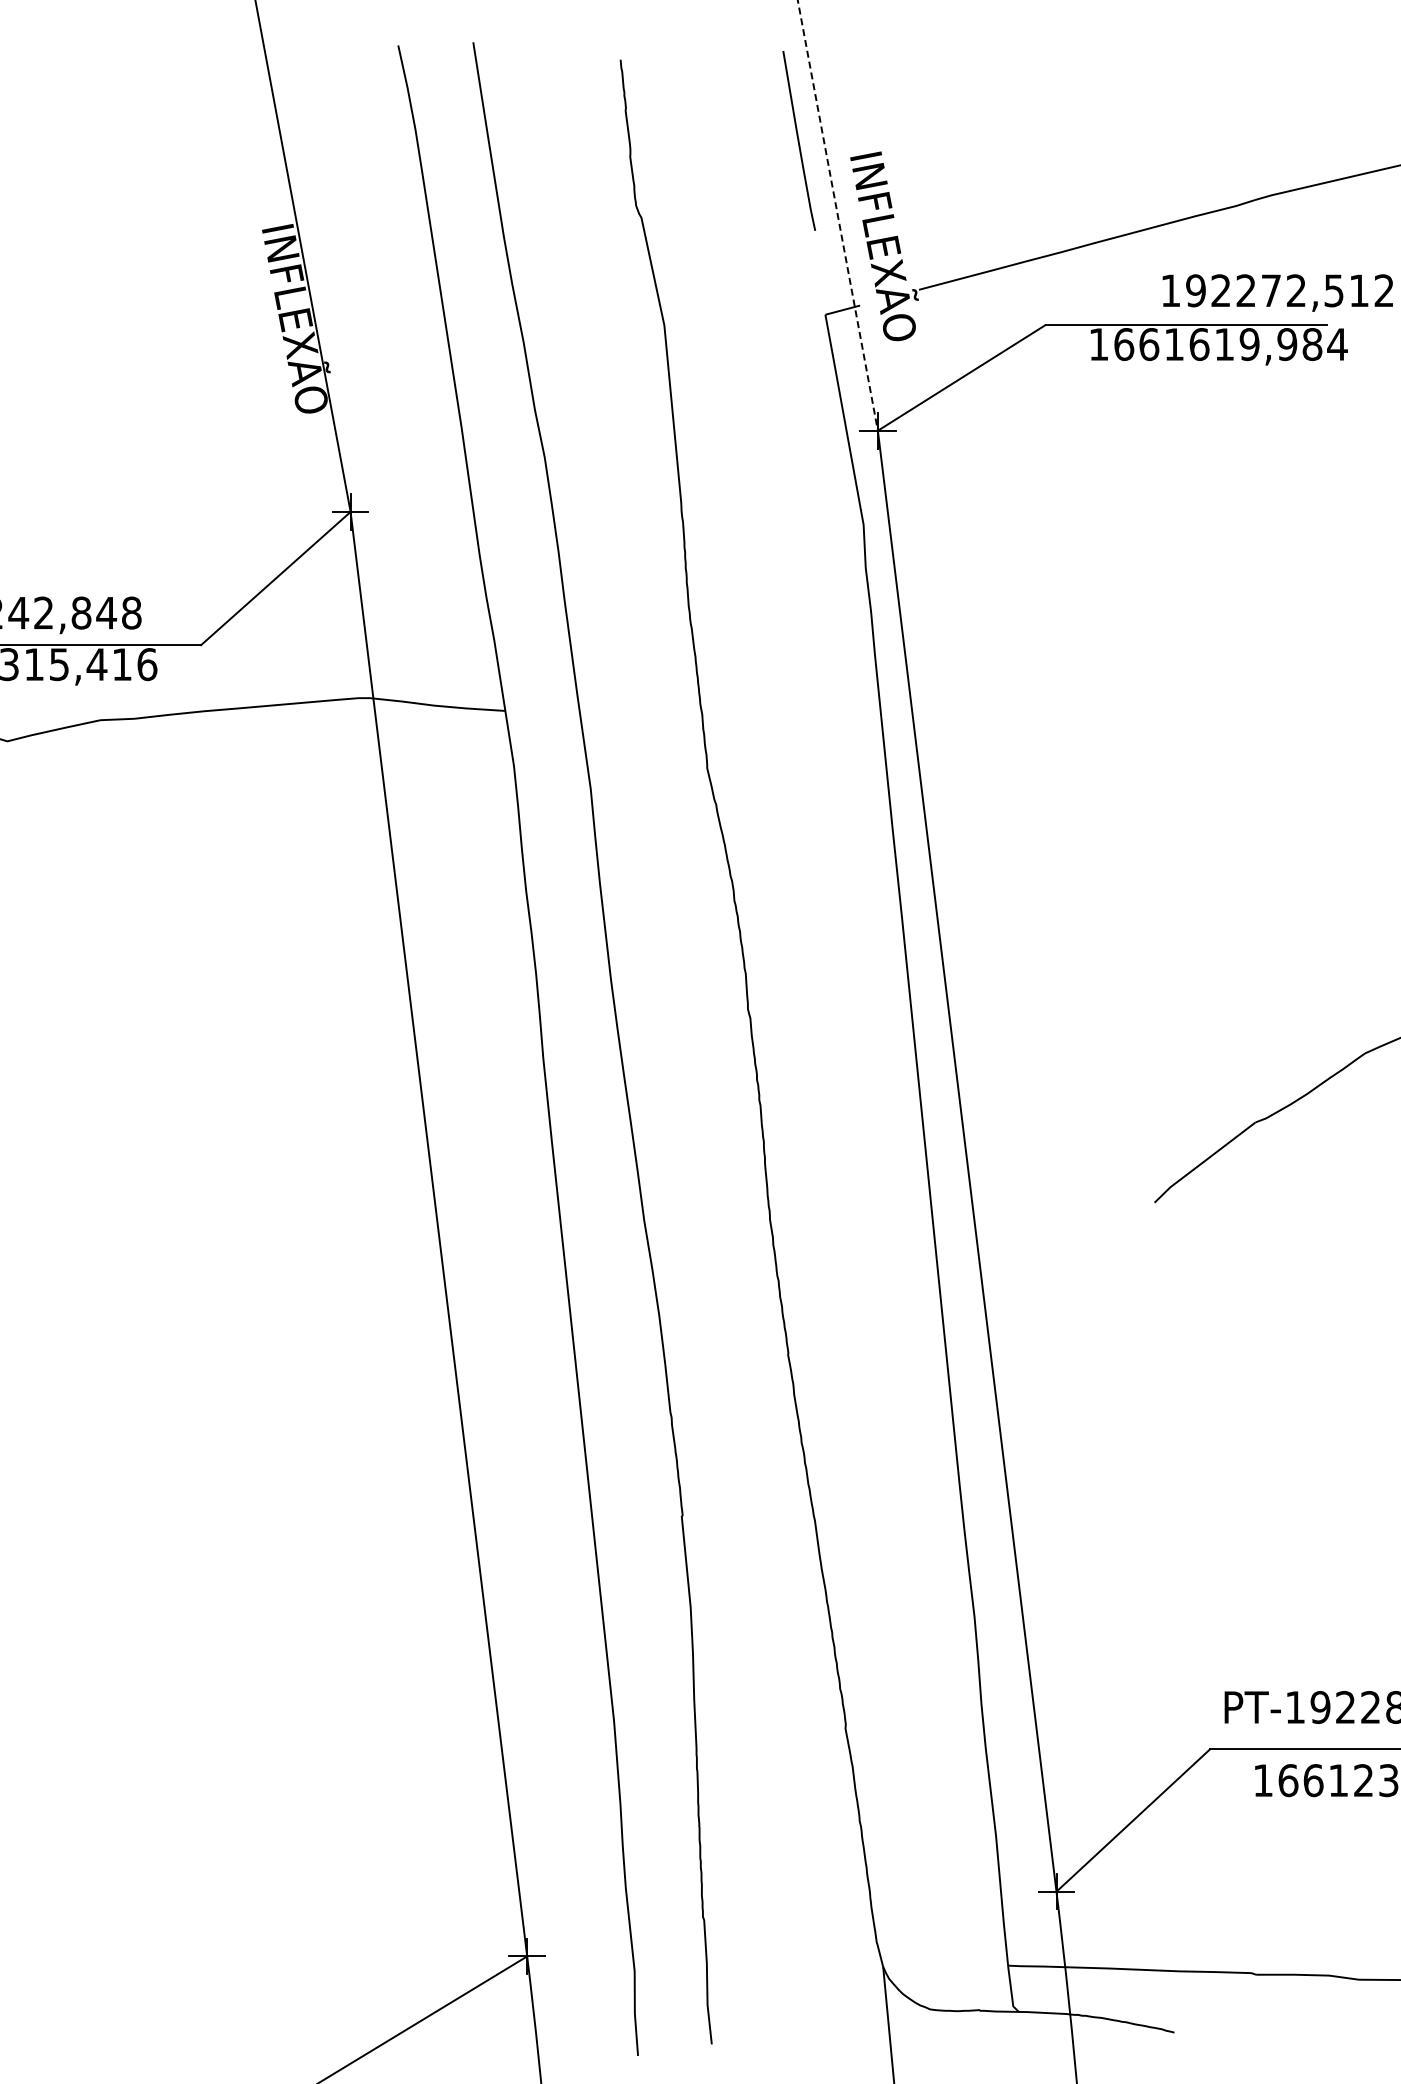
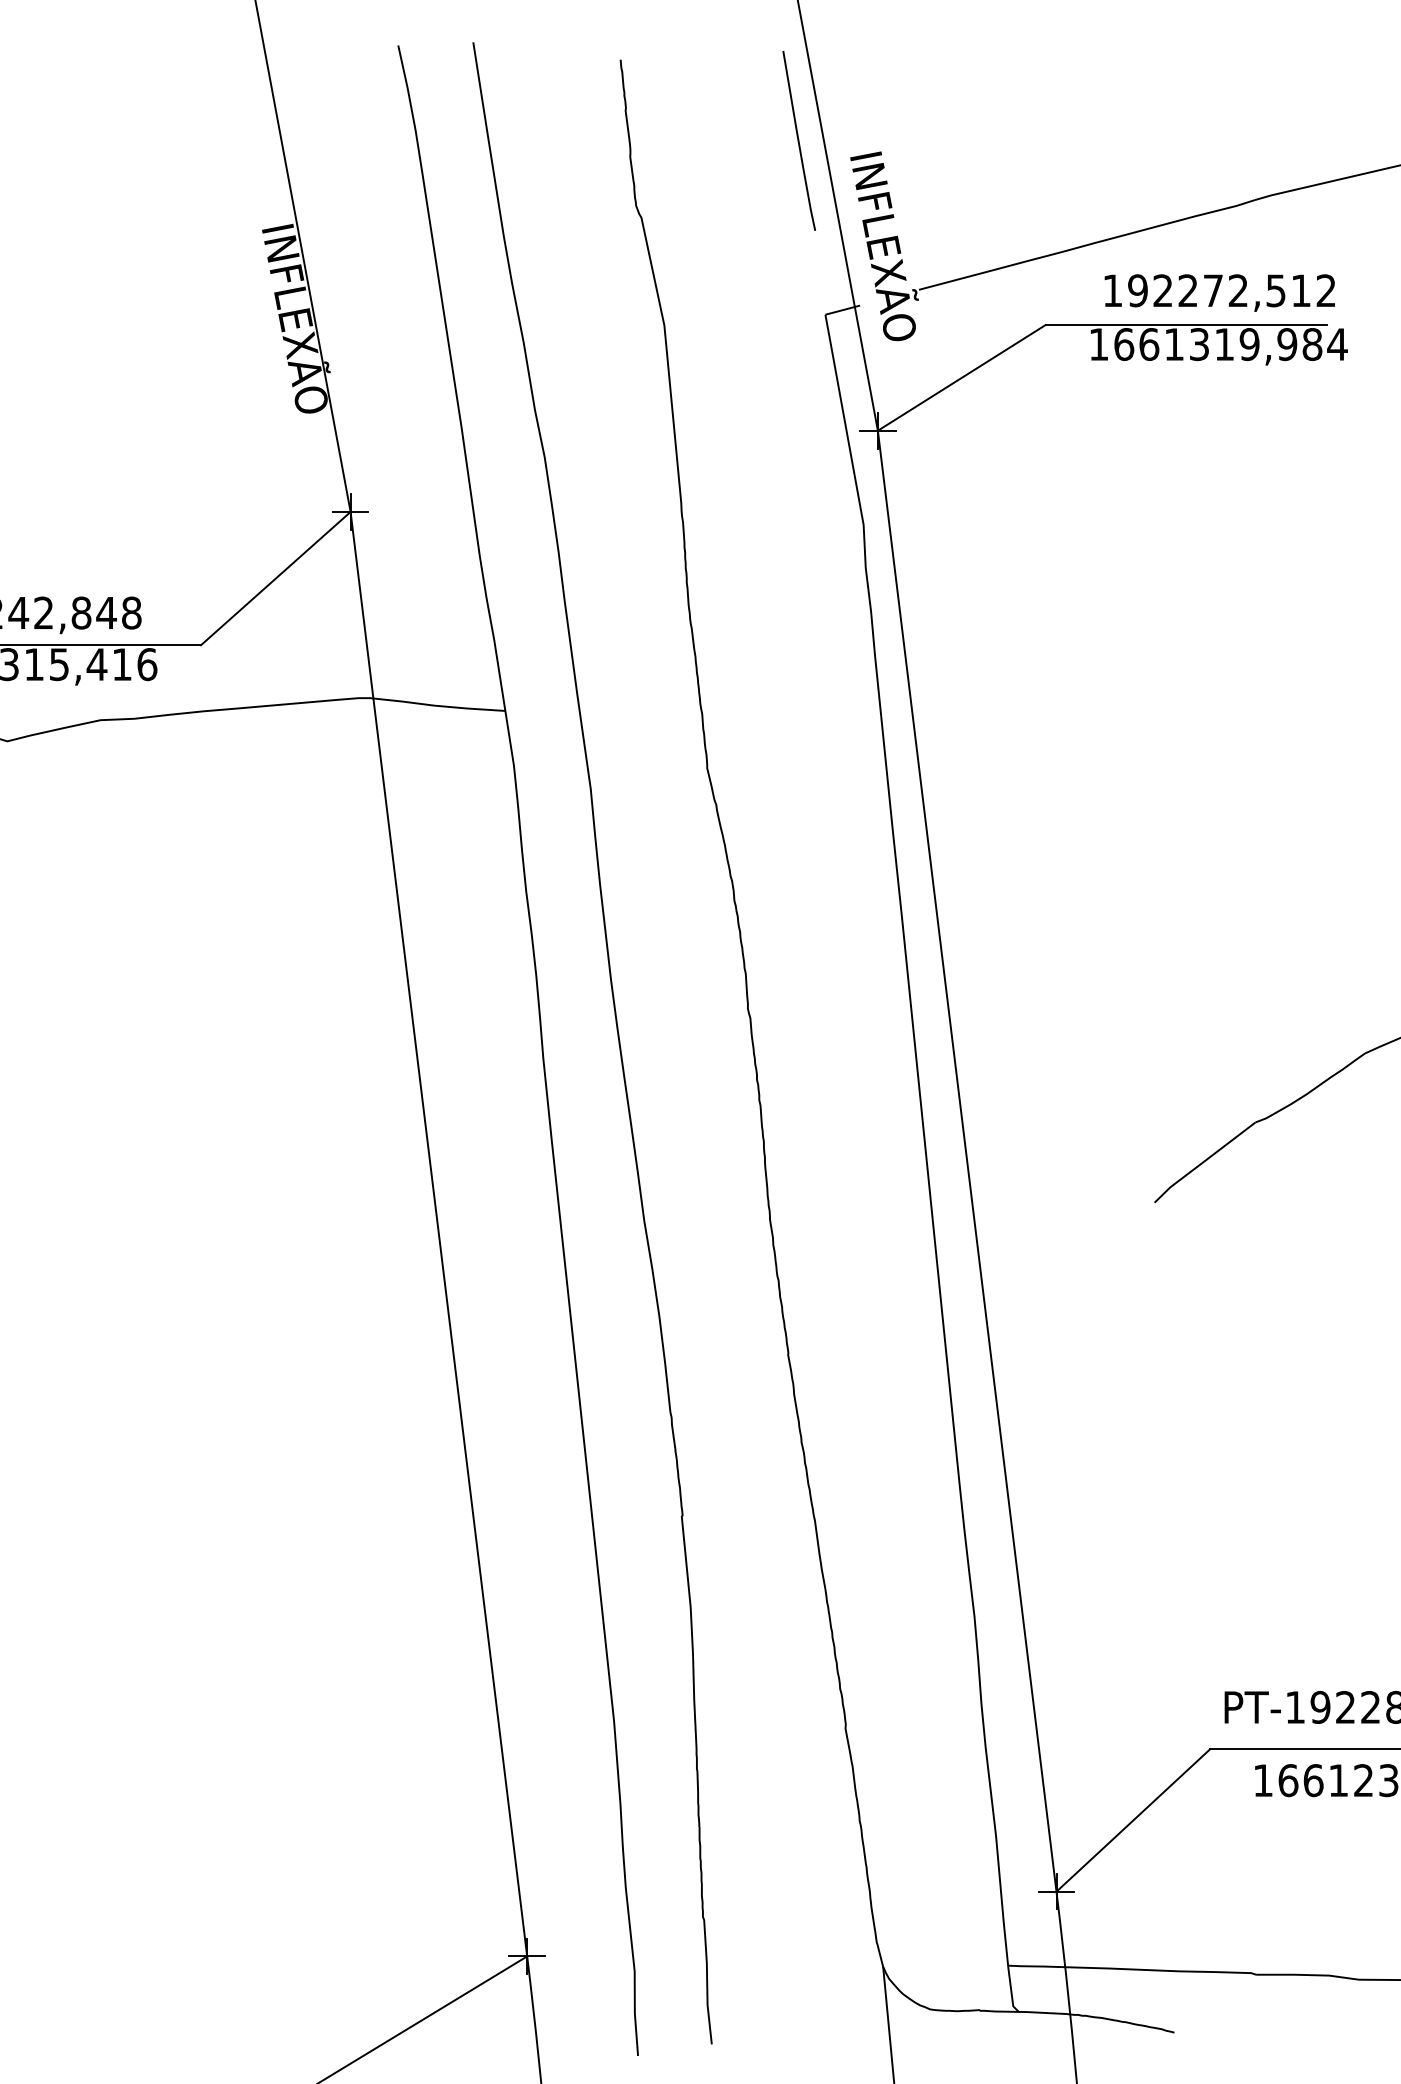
line at (837, 215): dashed -> solid
text at (1277, 292) position: (1277, 292) -> (1219, 292)
text at (1199, 344): 1661619,984 -> 1661319,984
